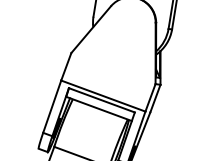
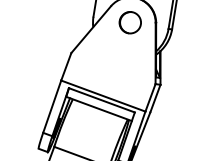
circle at (129, 22): none -> present
